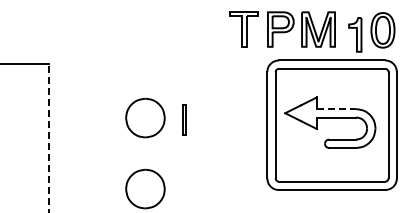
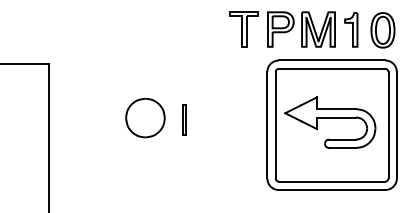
part at (355, 34) position: (355, 34) -> (351, 29)
line at (336, 109): dashed -> solid
line at (49, 138): dashed -> solid
part at (145, 188): present -> none
